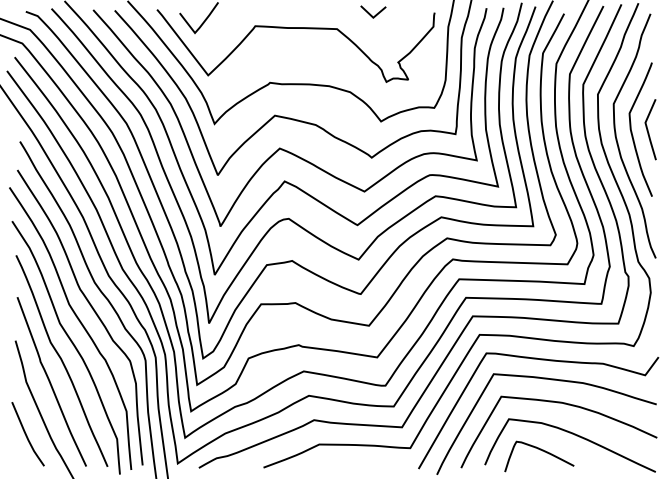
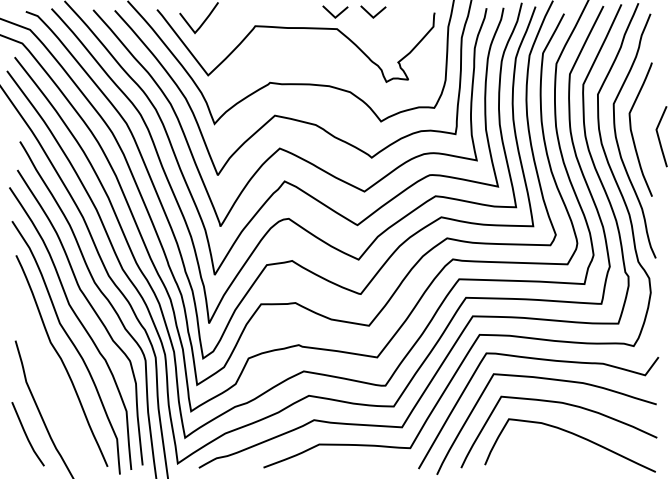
line at (332, 13): none -> present
curve at (648, 129) position: (648, 129) -> (659, 136)
curve at (50, 381): present -> none
curve at (542, 451): present -> none
